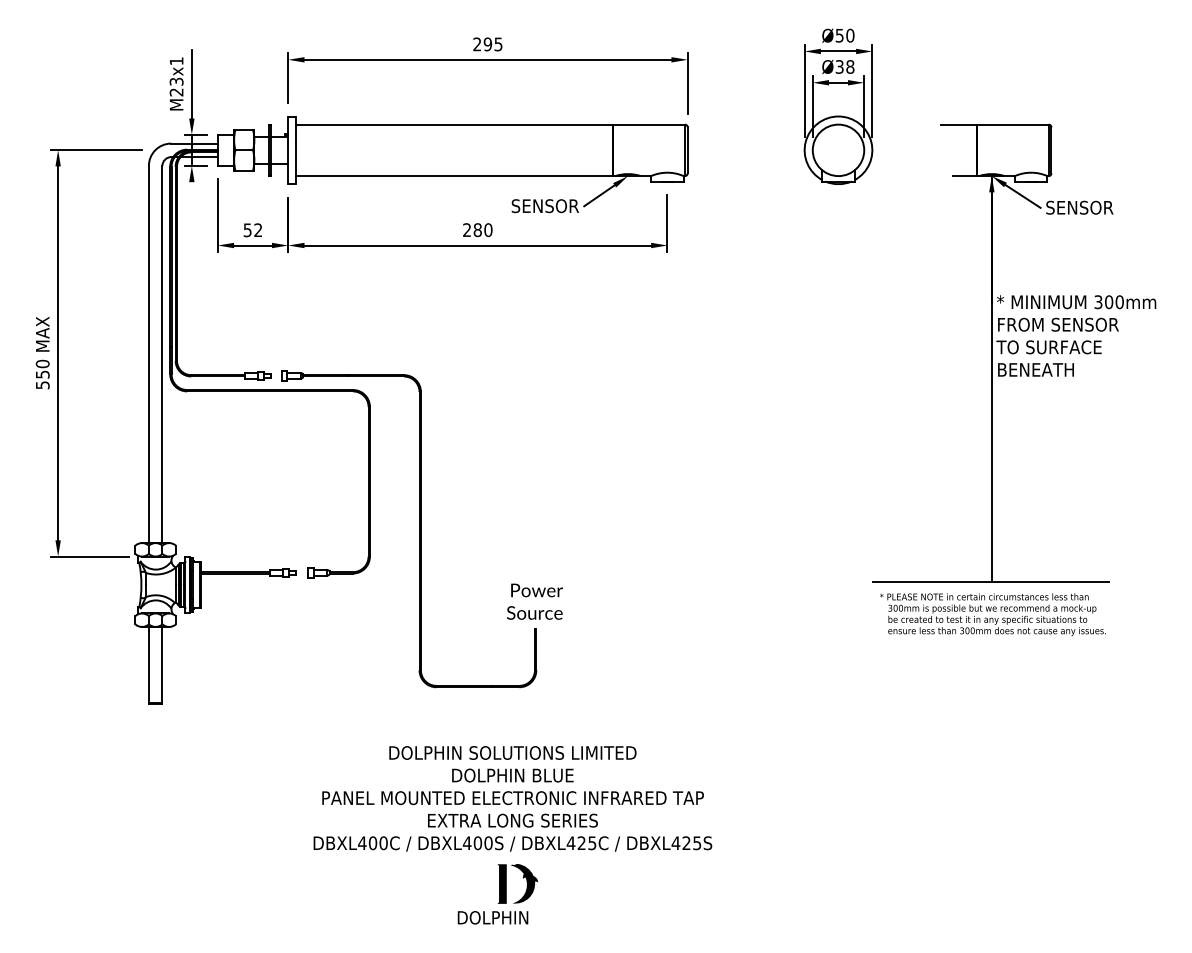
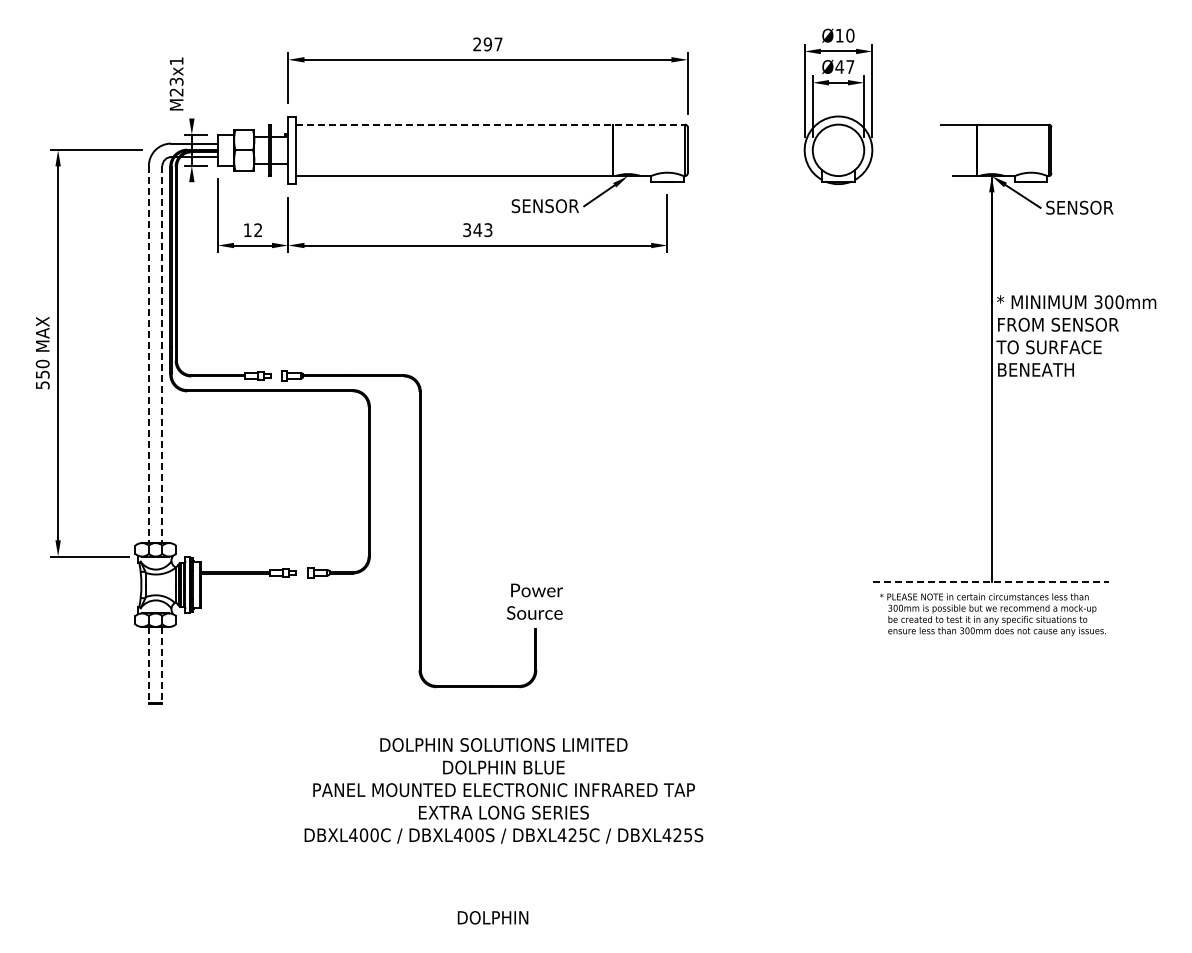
text at (839, 35): Ø50 -> Ø10
text at (498, 44): 295 -> 297
text at (844, 66): Ø38 -> Ø47
line at (191, 83): present -> none
line at (491, 124): solid -> dashed
text at (247, 230): 52 -> 12
text at (477, 230): 280 -> 343
line at (148, 354): solid -> dashed
line at (162, 354): solid -> dashed
line at (990, 582): solid -> dashed
line at (148, 665): solid -> dashed
line at (162, 665): solid -> dashed
text at (512, 798) position: (512, 798) -> (503, 790)
part at (523, 878): present -> none
